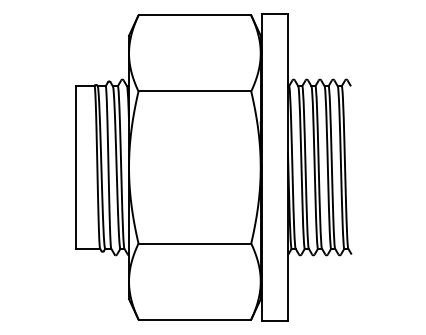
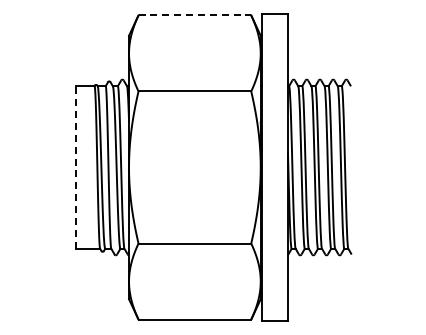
line at (195, 15): solid -> dashed
line at (76, 167): solid -> dashed
